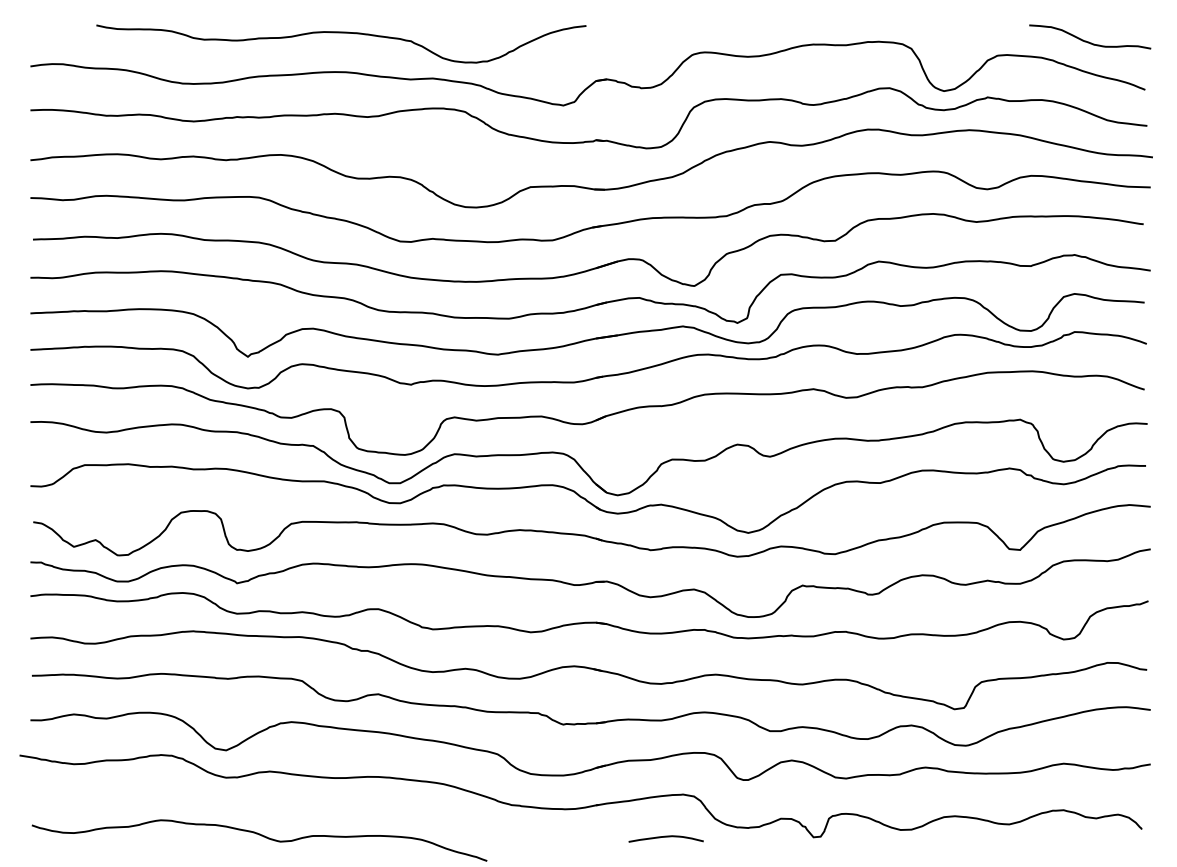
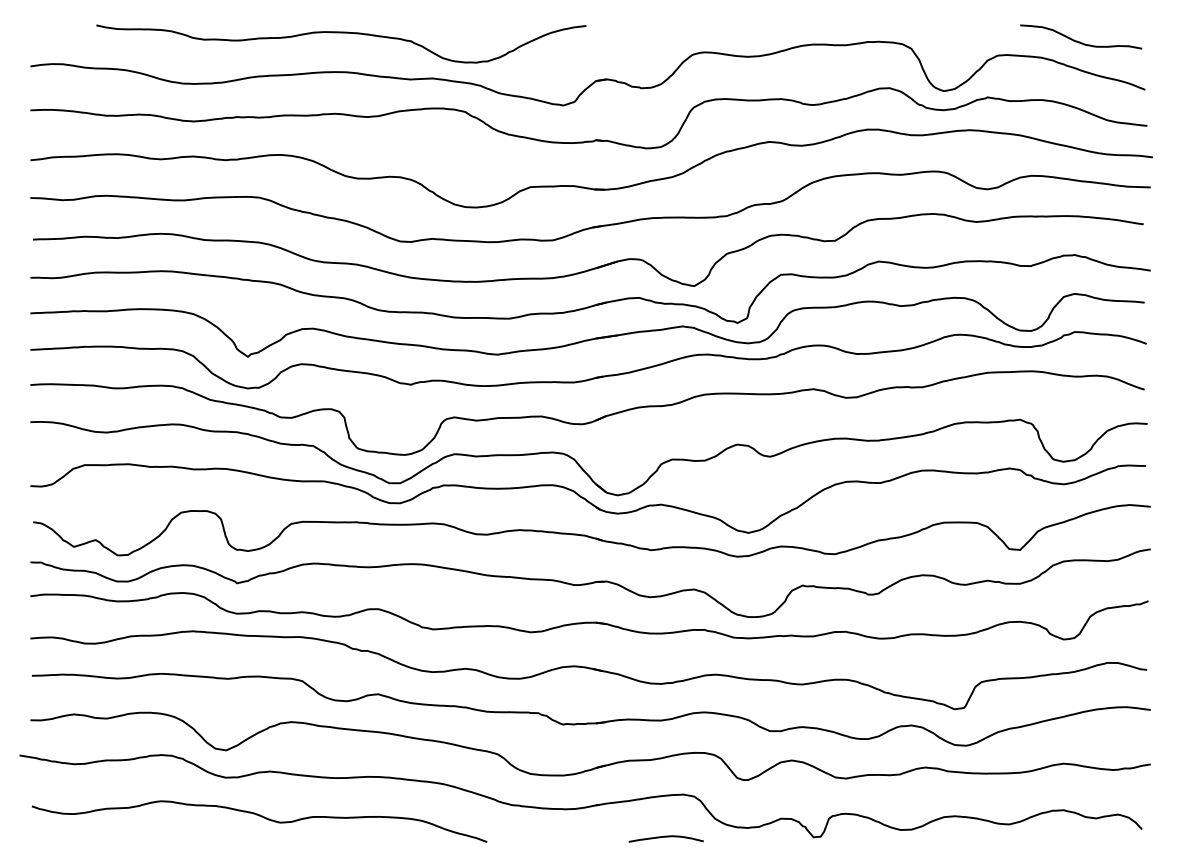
curve at (1089, 41) position: (1089, 41) -> (1080, 41)
curve at (261, 836) position: (261, 836) -> (261, 817)
